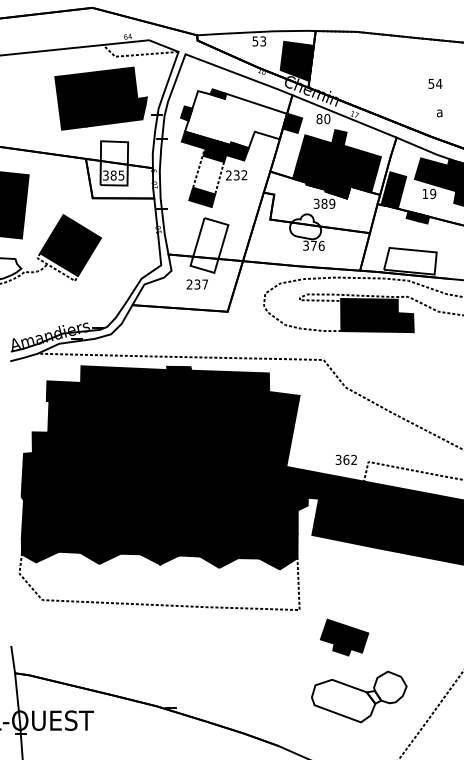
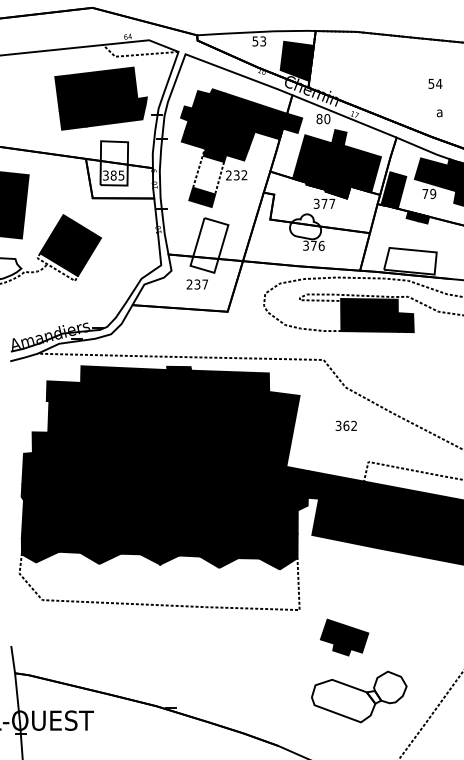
fill at (236, 119): none -> present
text at (425, 193): 19 -> 79
text at (328, 203): 389 -> 377
text at (345, 459) position: (345, 459) -> (345, 425)
